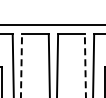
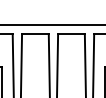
line at (21, 65): dashed -> solid
line at (85, 65): dashed -> solid
